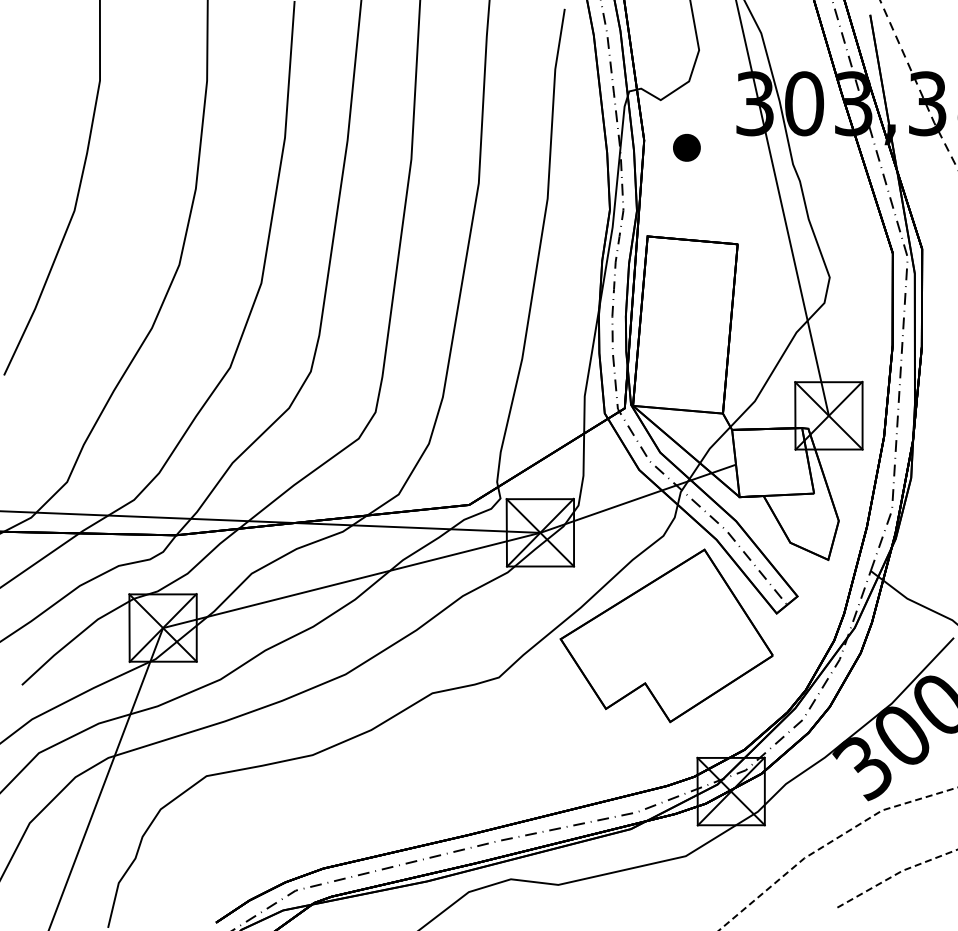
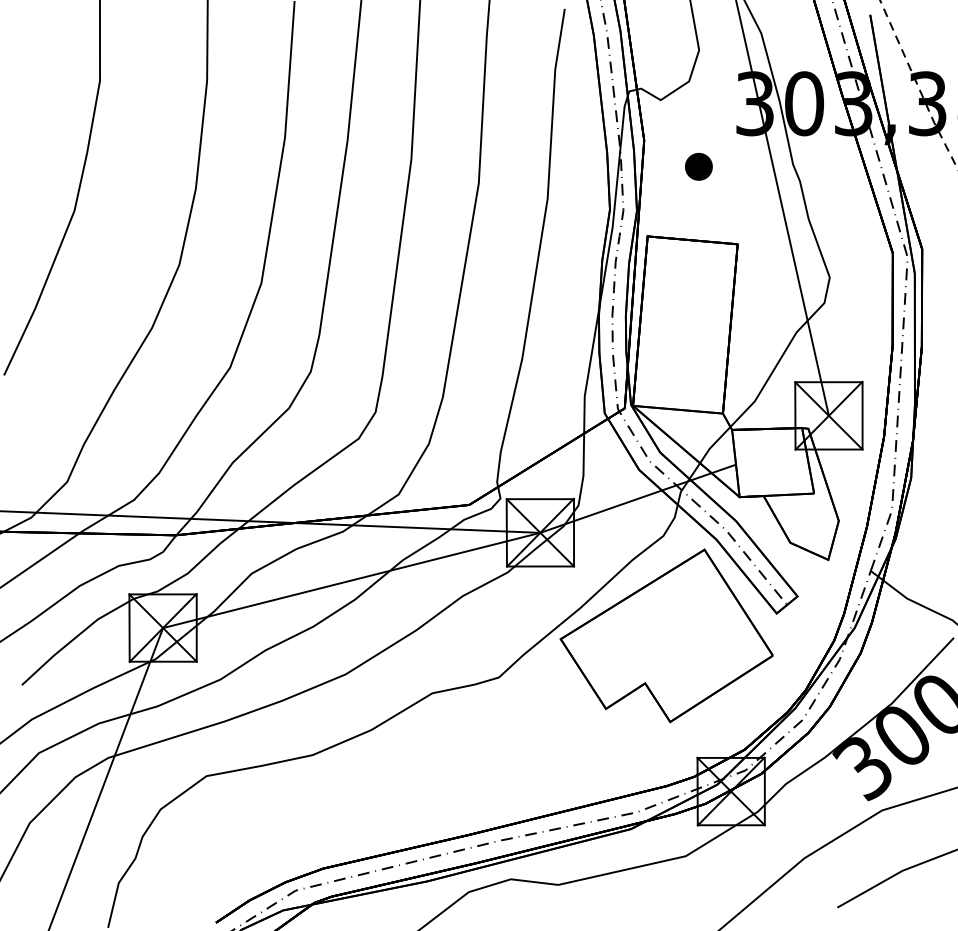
part at (686, 147) position: (686, 147) -> (698, 166)
line at (828, 843): dashed -> solid
line at (896, 874): dashed -> solid
